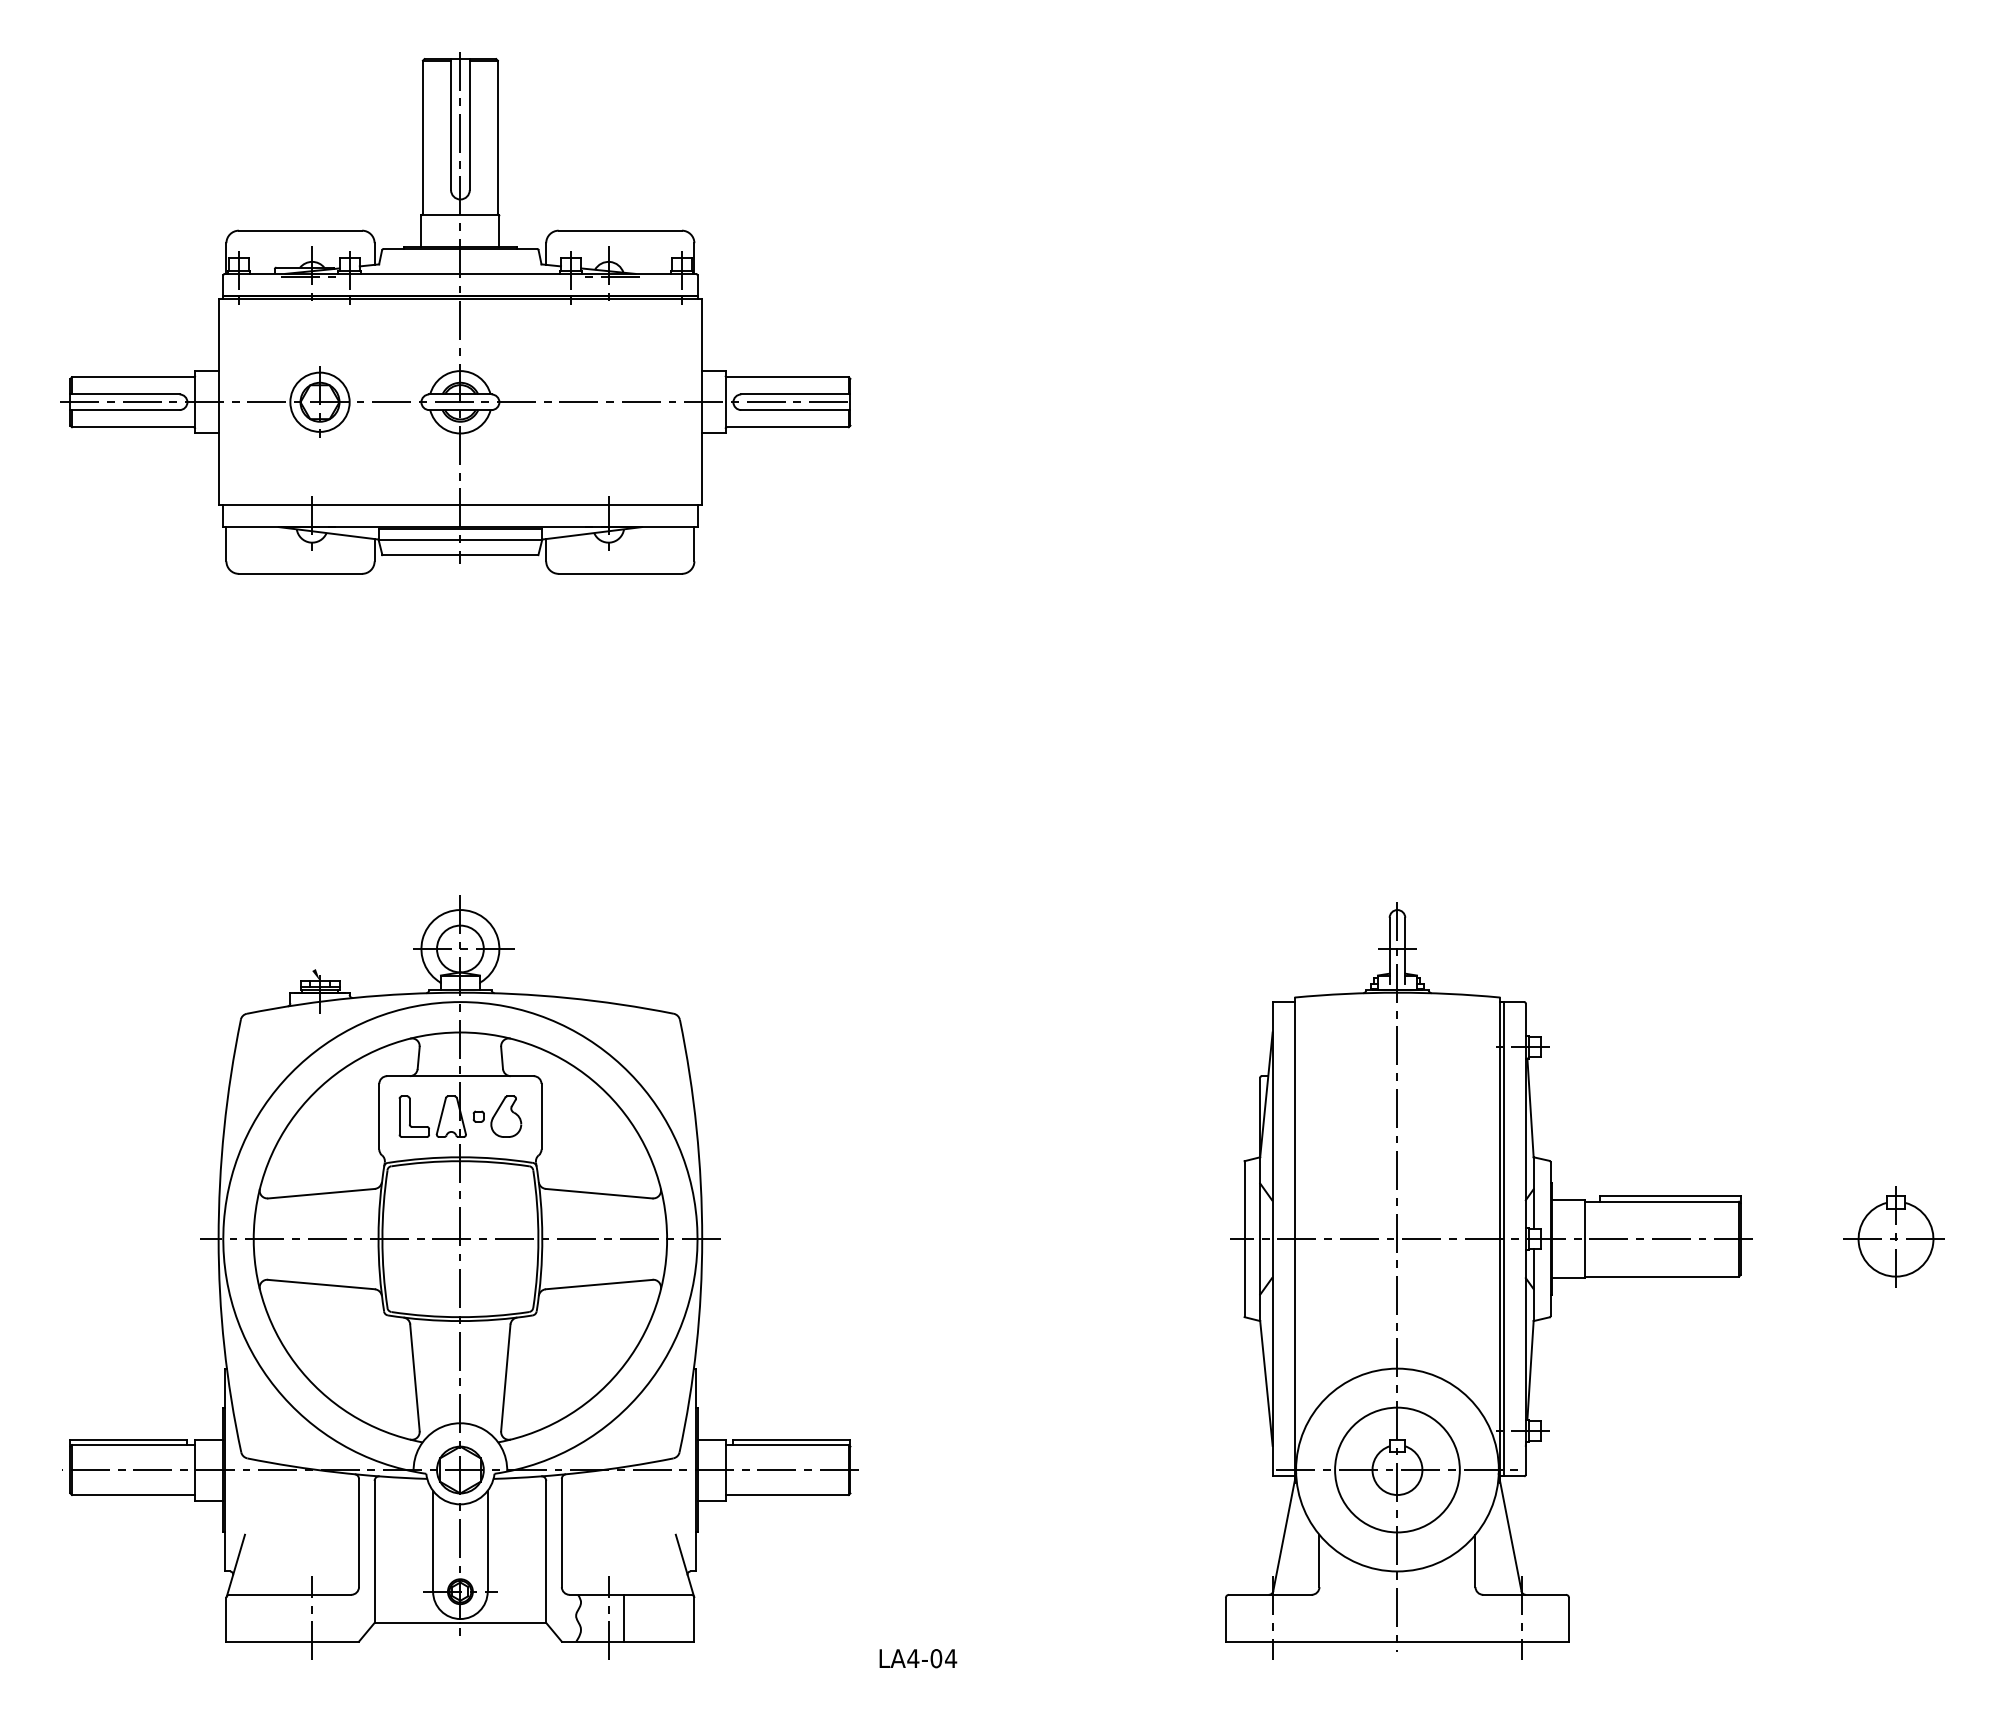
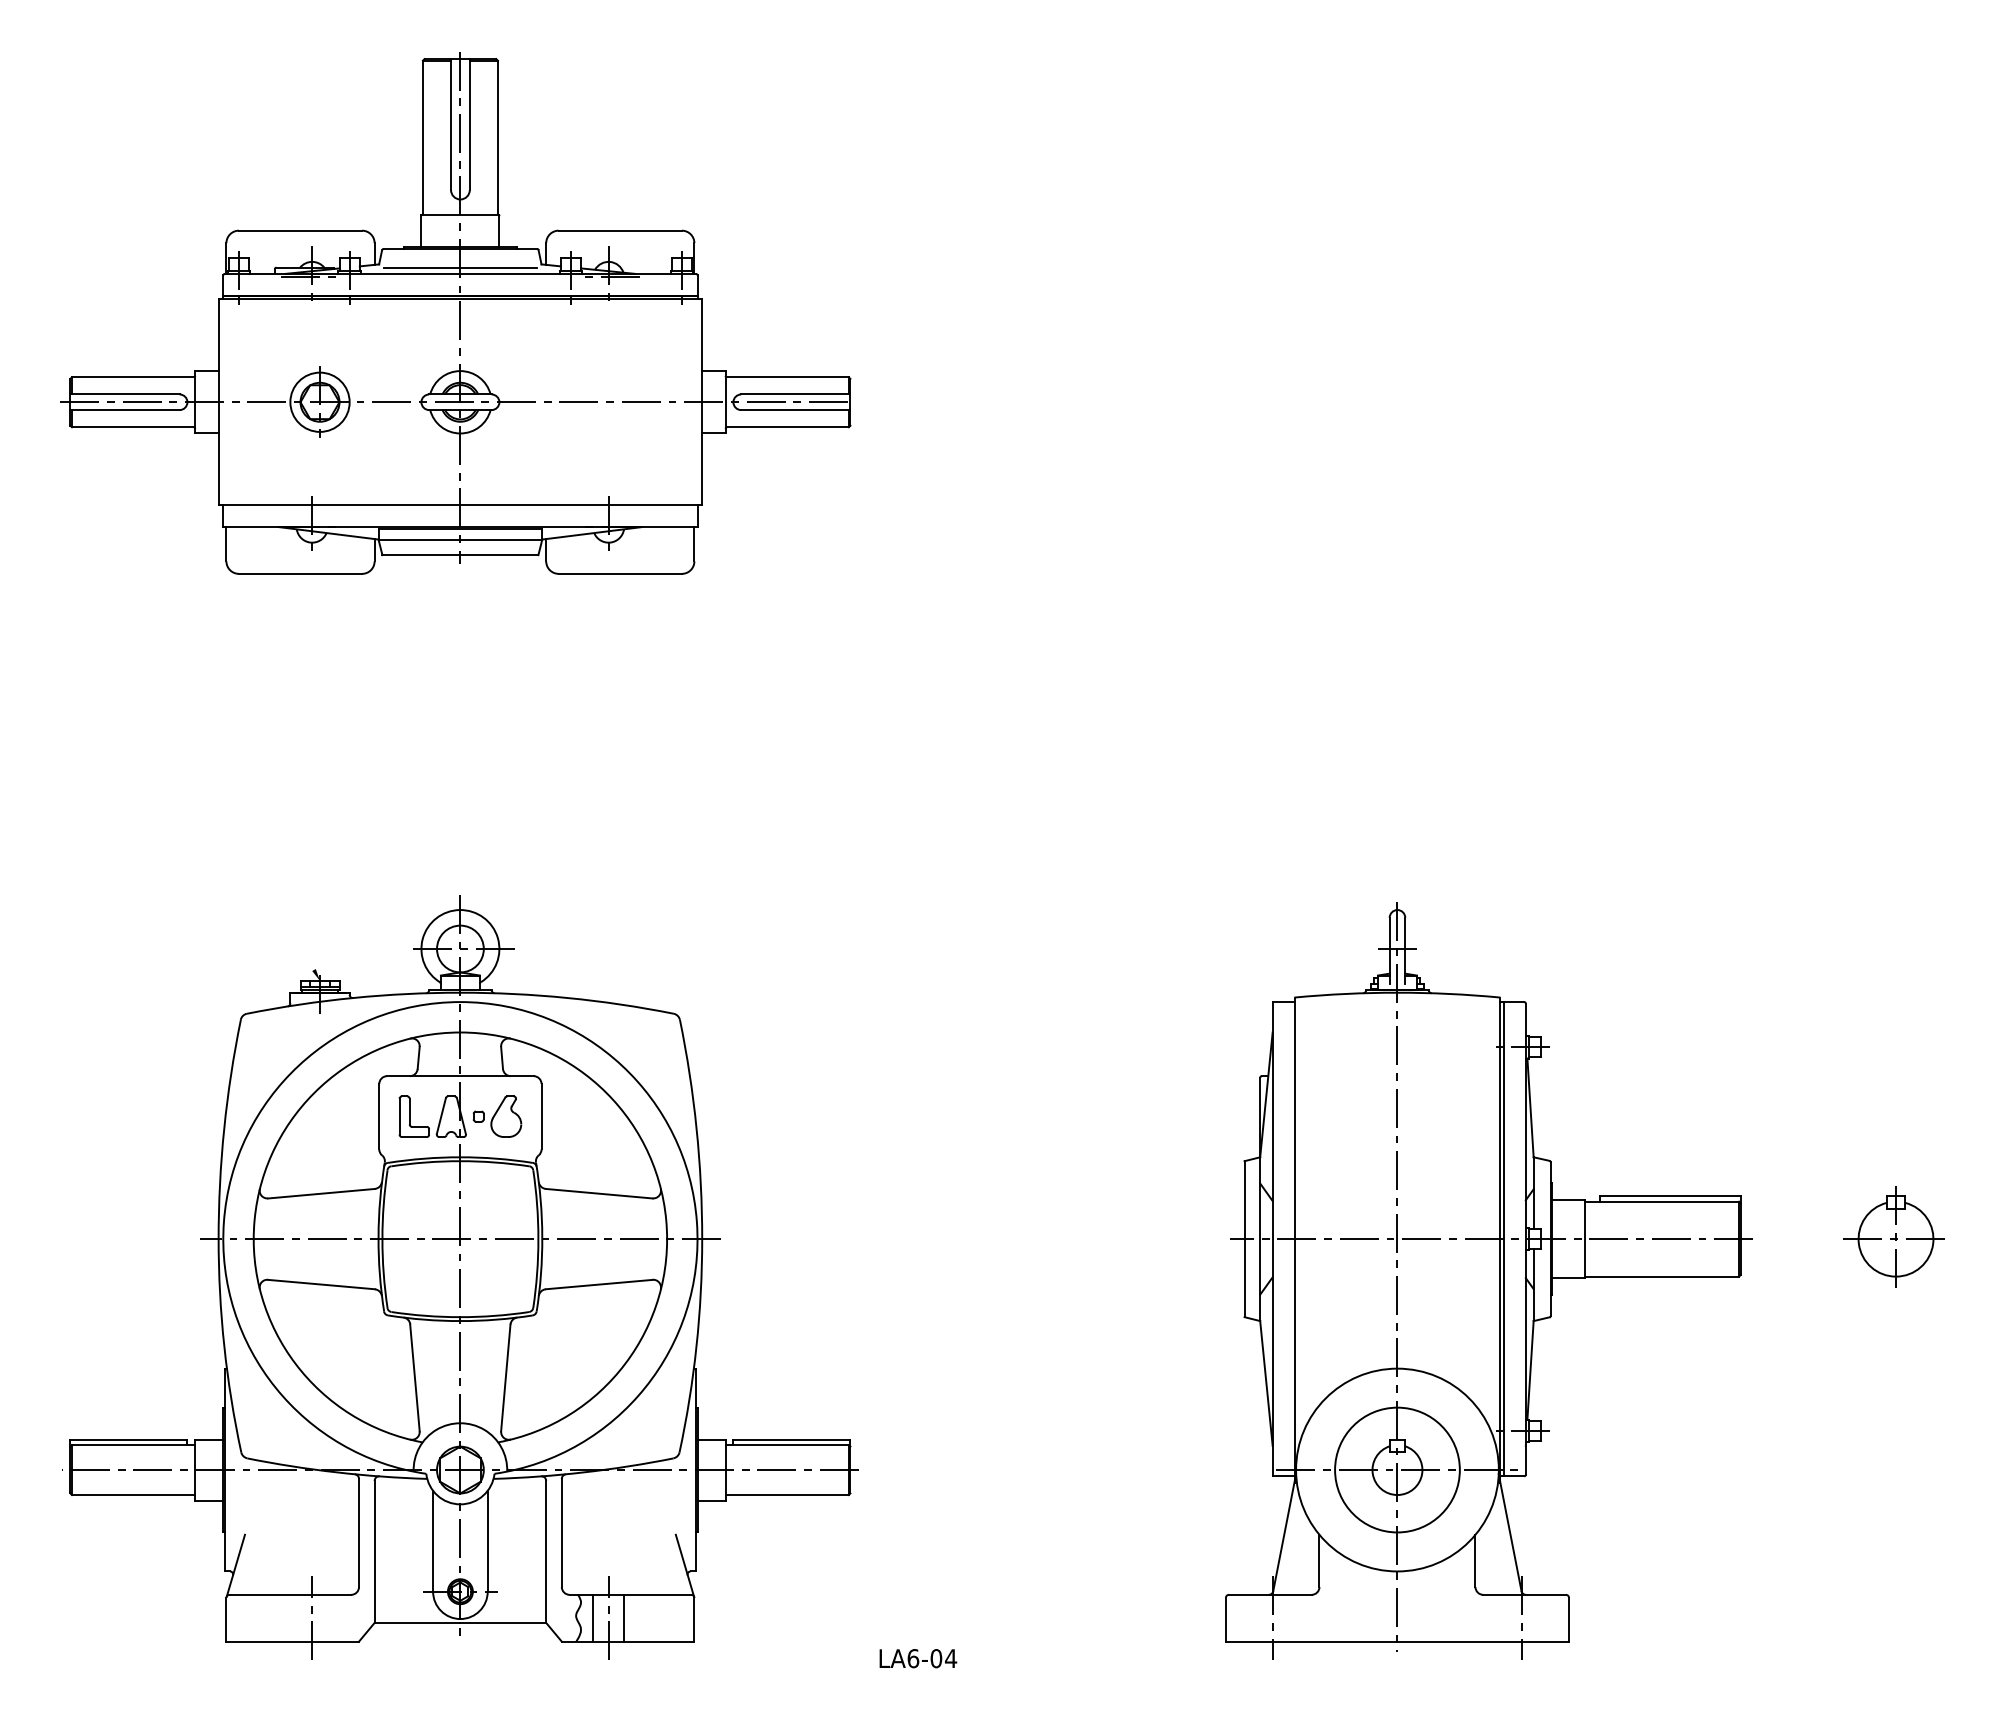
line at (460, 267): none -> present
line at (593, 1617): none -> present
text at (913, 1658): LA4-04 -> LA6-04
